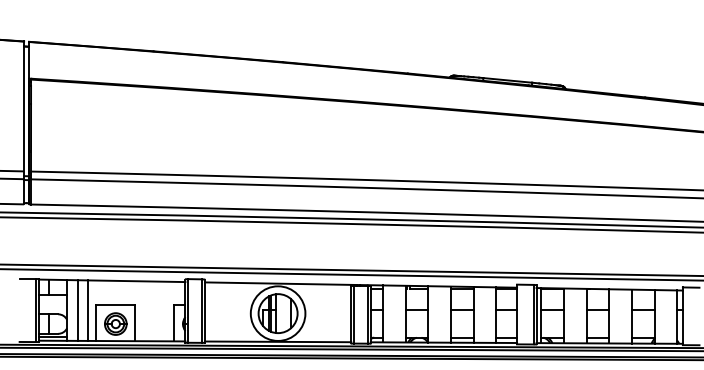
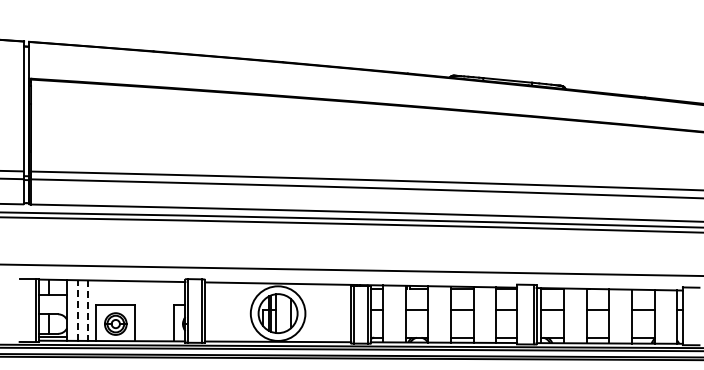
line at (351, 274): present -> none
line at (78, 310): solid -> dashed
line at (87, 311): solid -> dashed
